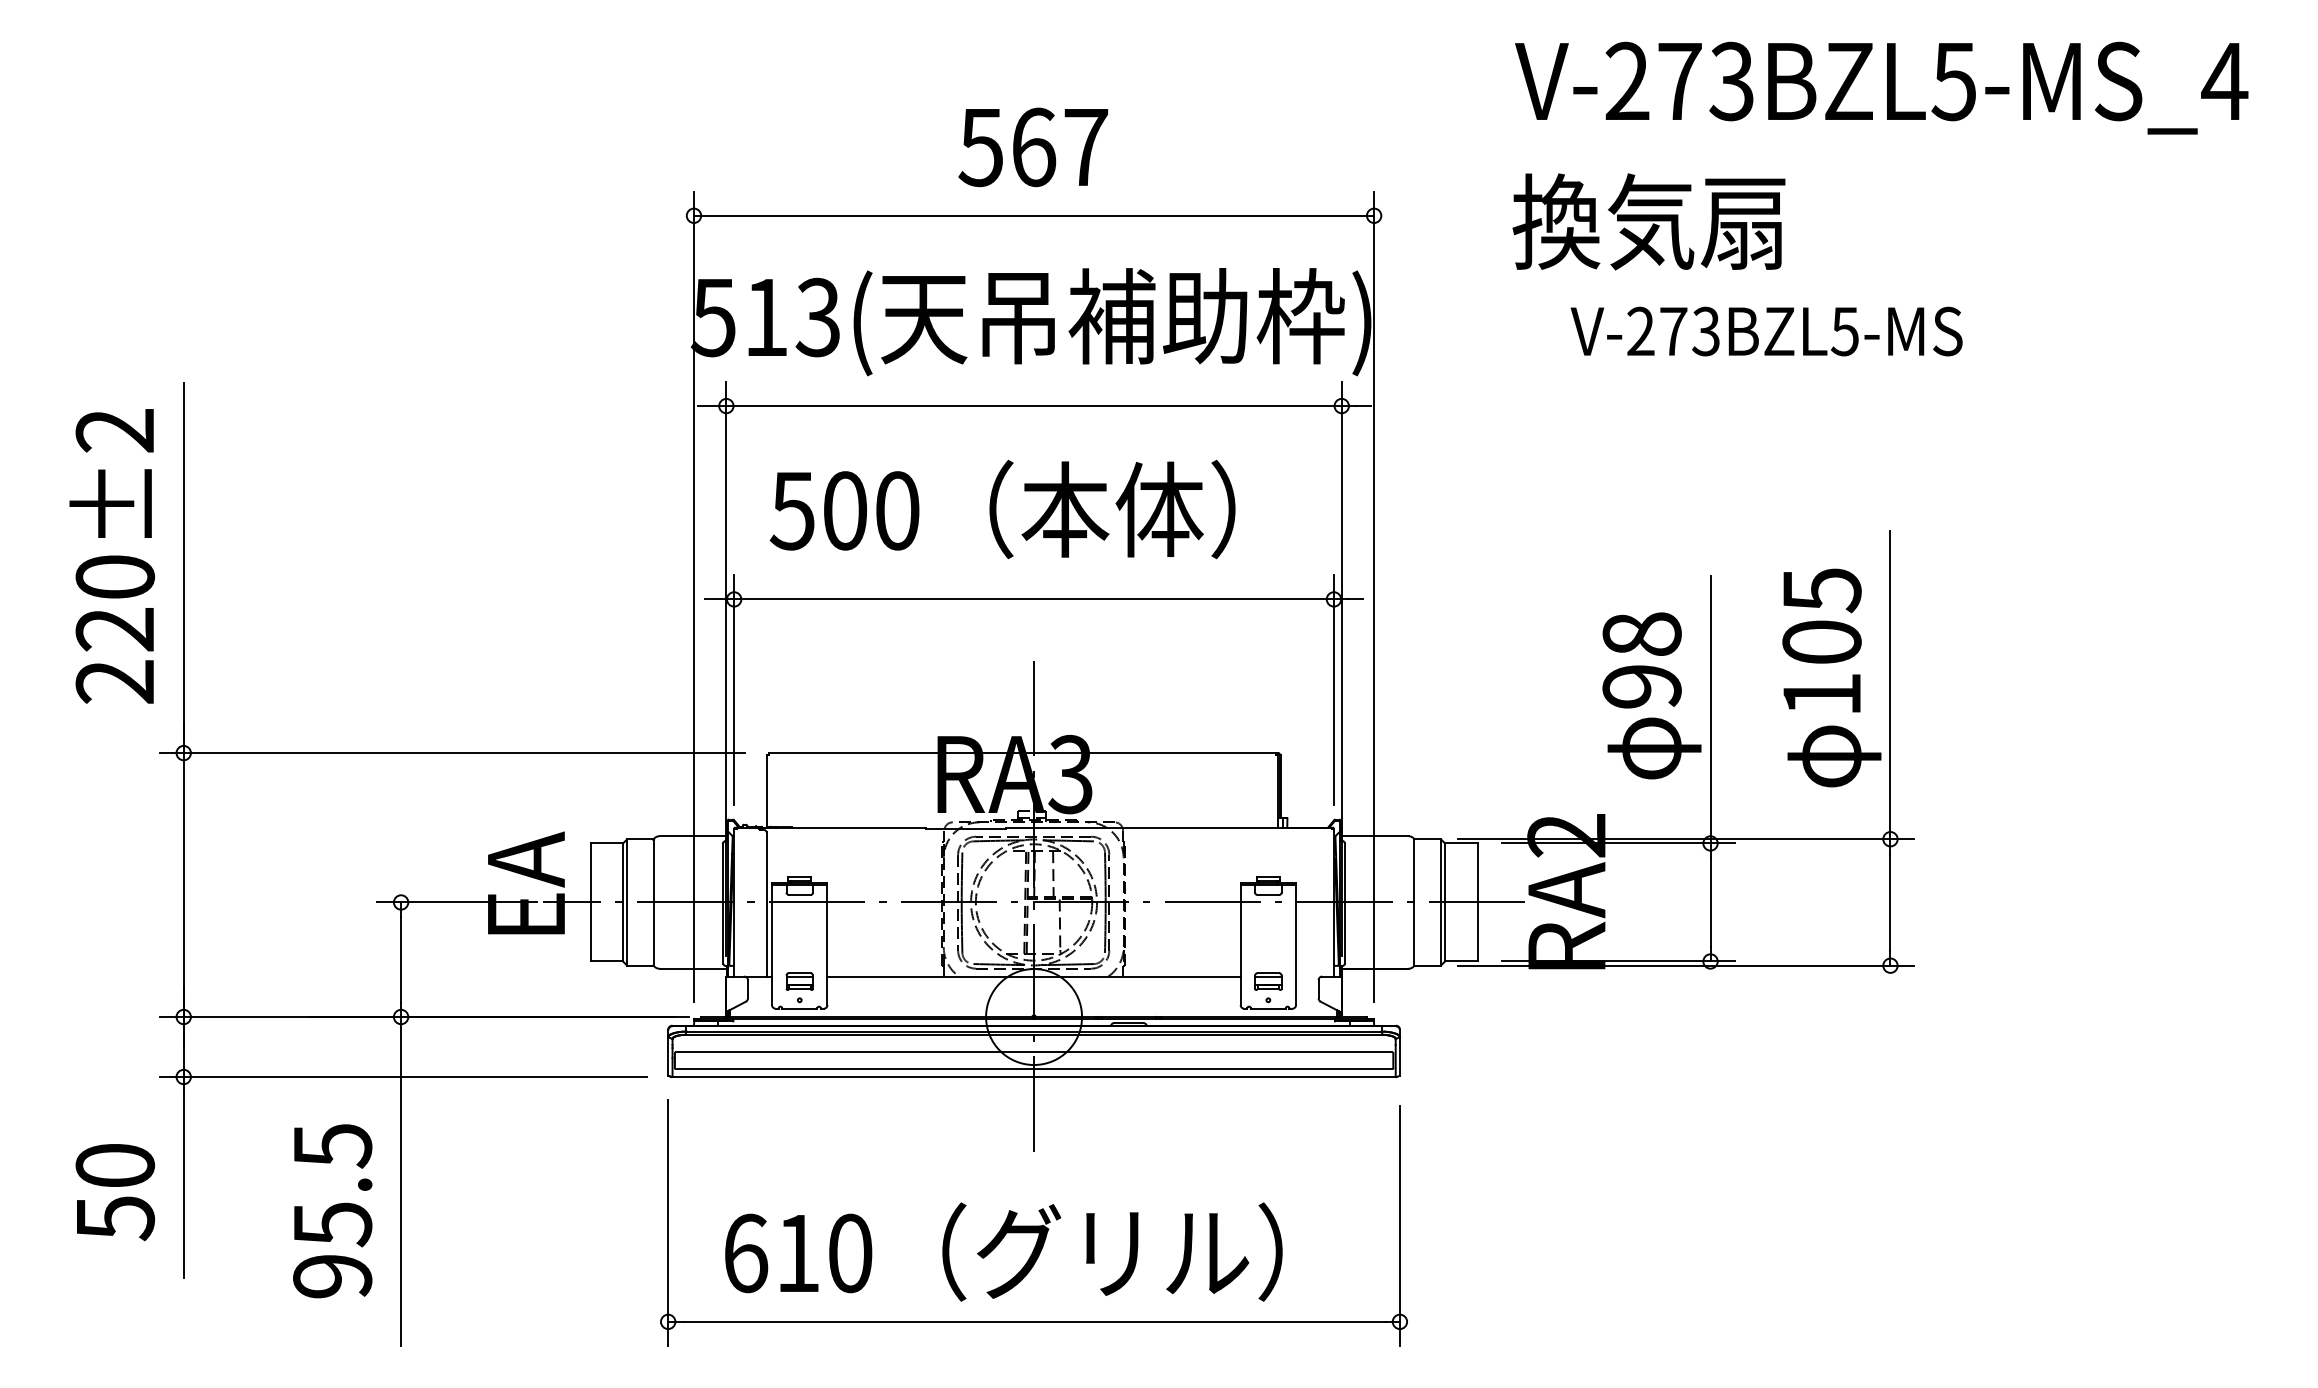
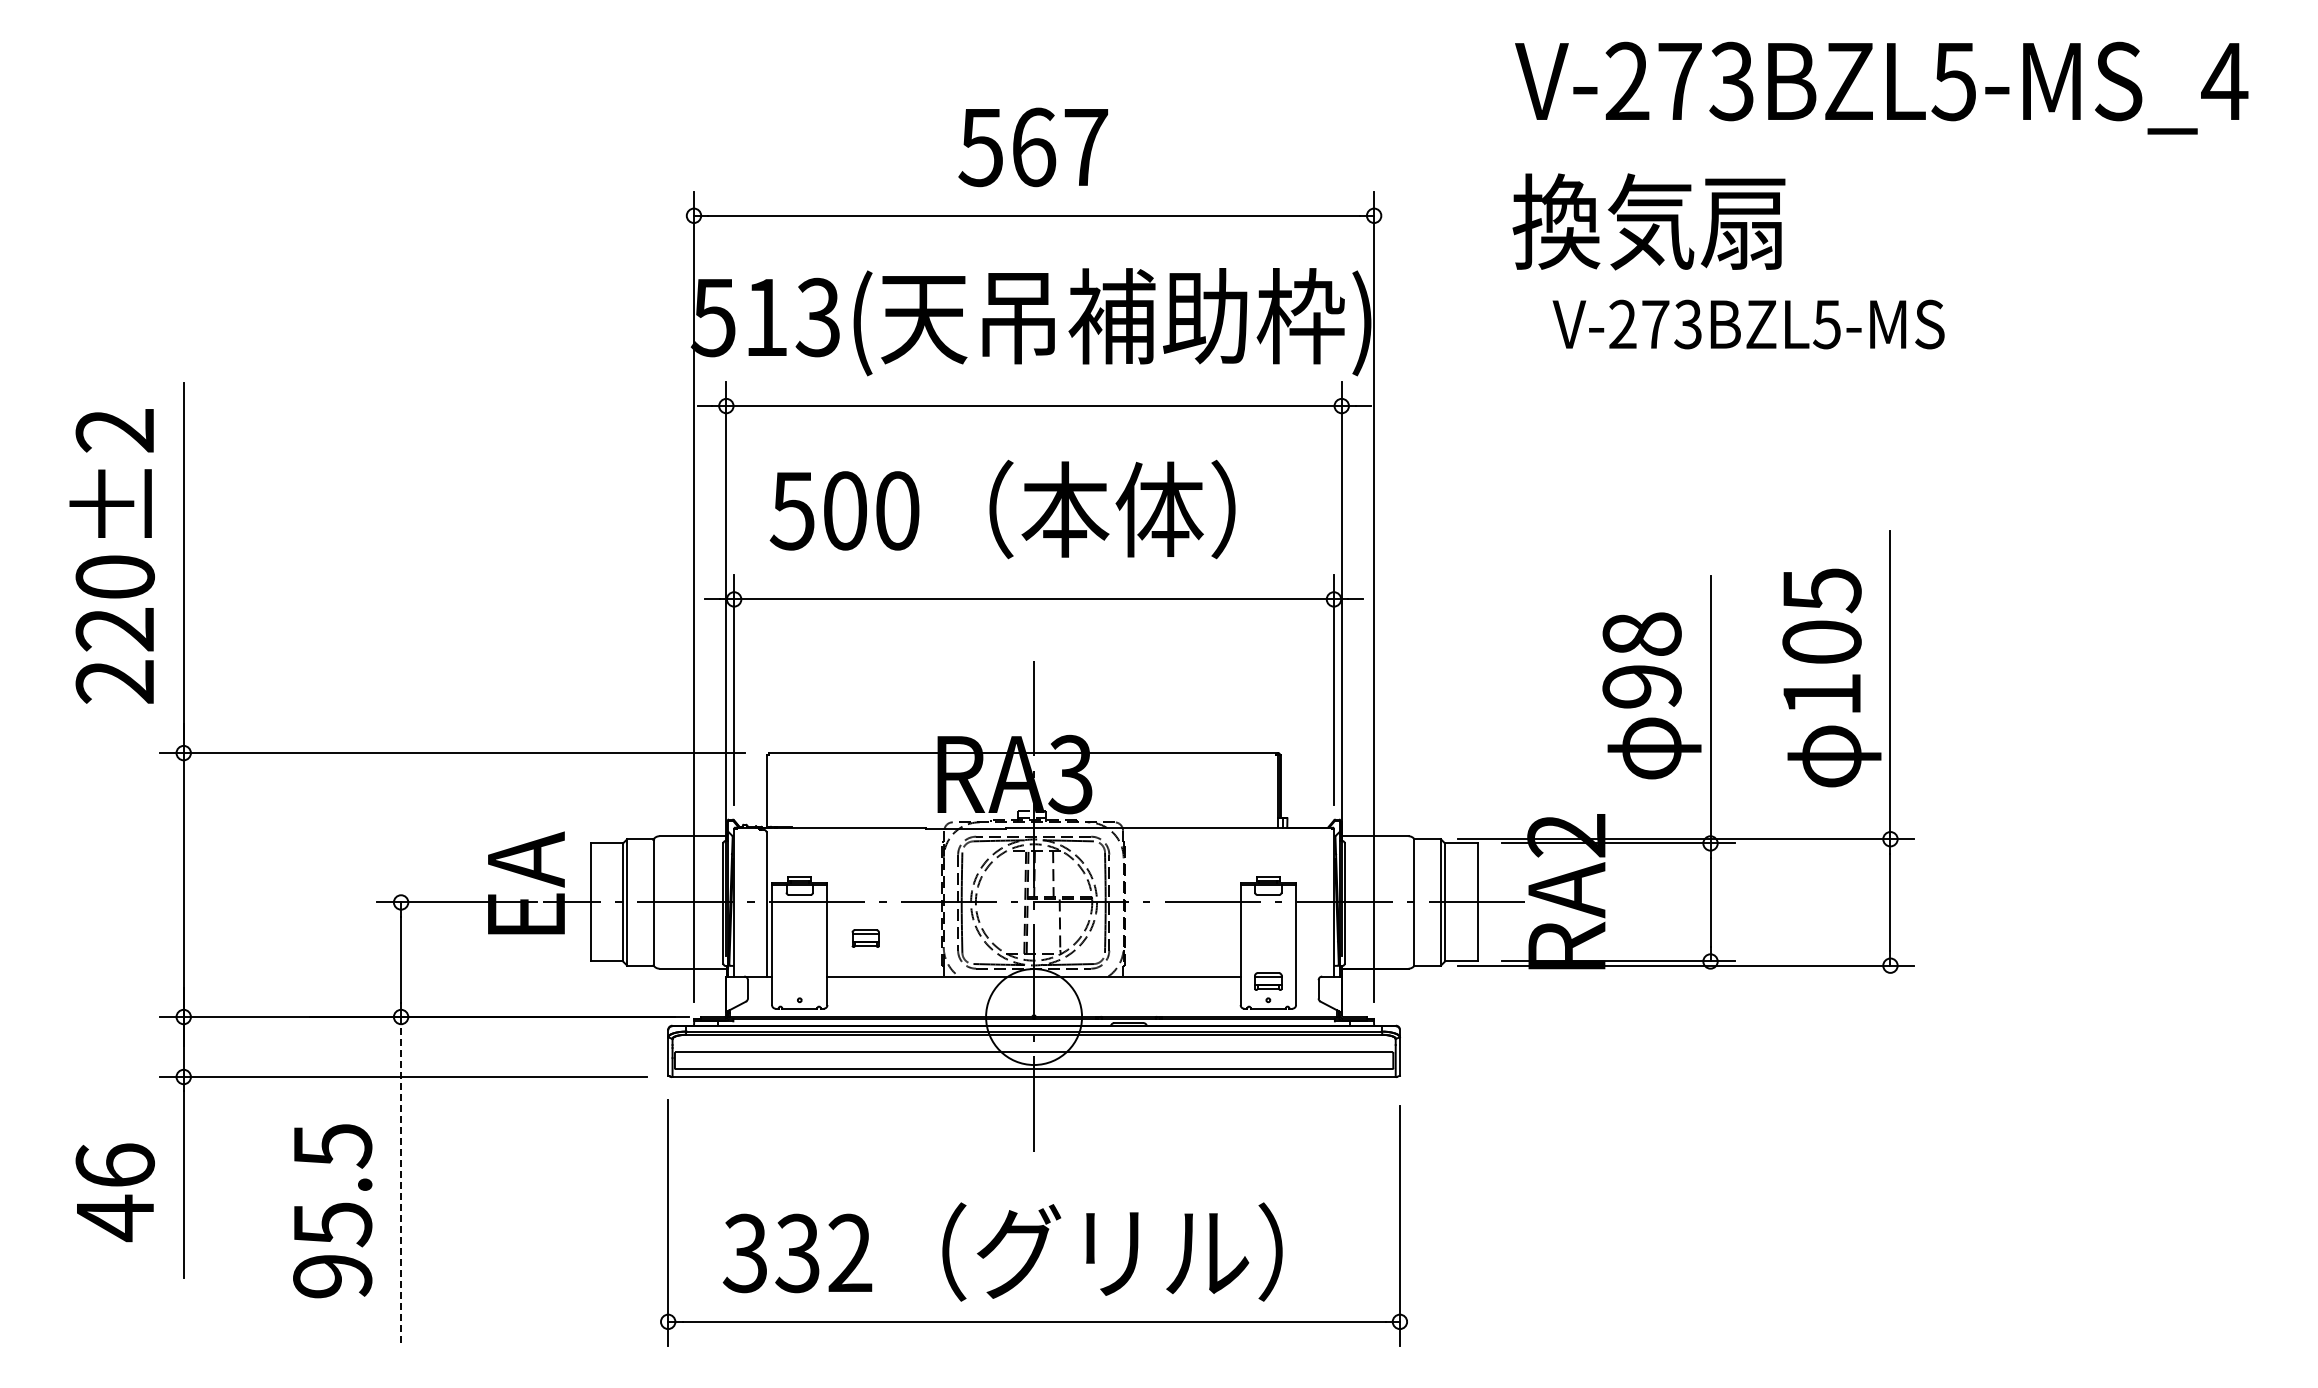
text at (1766, 331) position: (1766, 331) -> (1748, 324)
part at (799, 981) position: (799, 981) -> (865, 938)
line at (401, 1181): solid -> dashed
text at (115, 1192): 50 -> 46
text at (797, 1253): 610 -> 332
